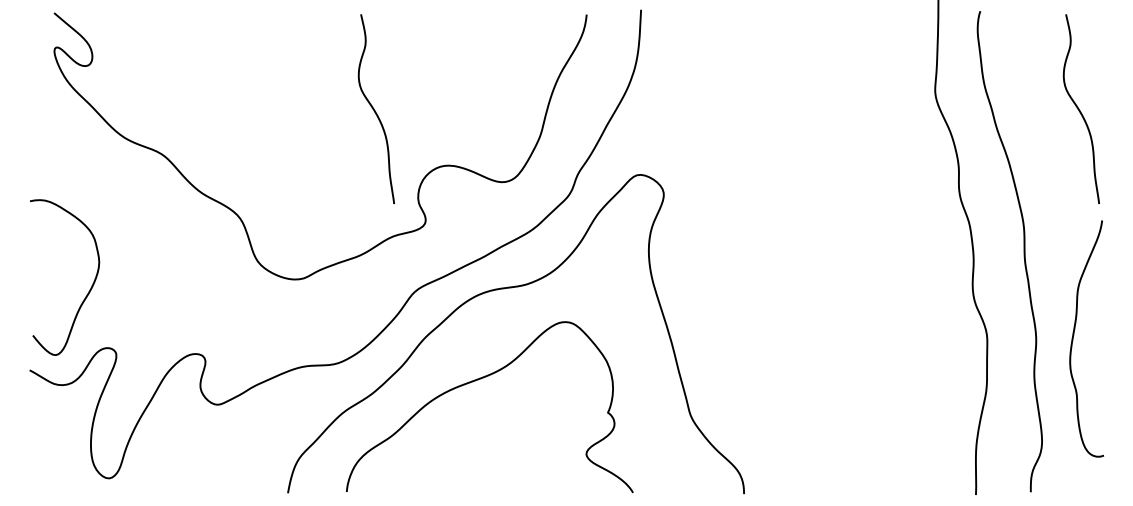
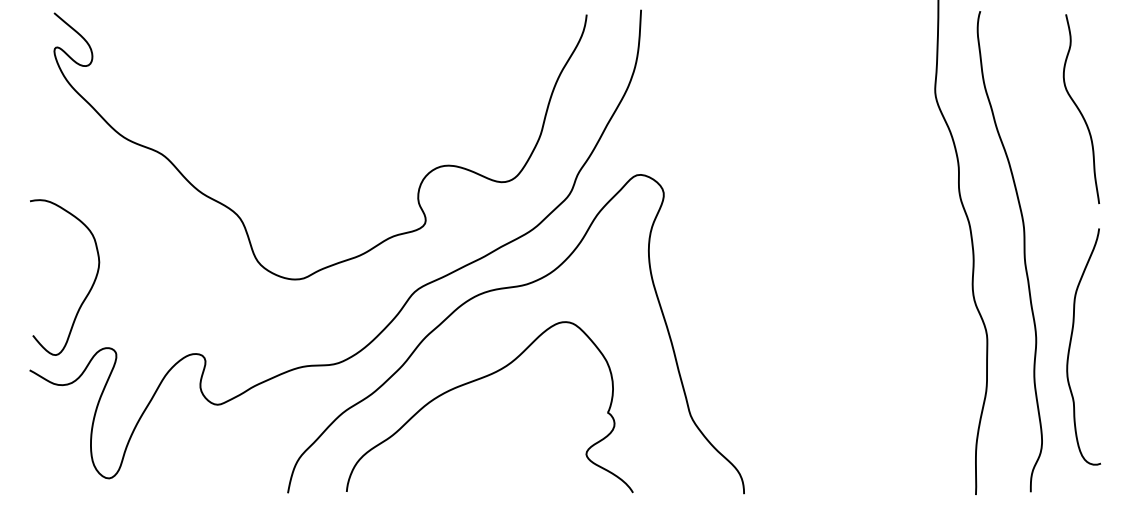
curve at (374, 109): present -> none
curve at (1074, 335) position: (1074, 335) -> (1071, 343)
